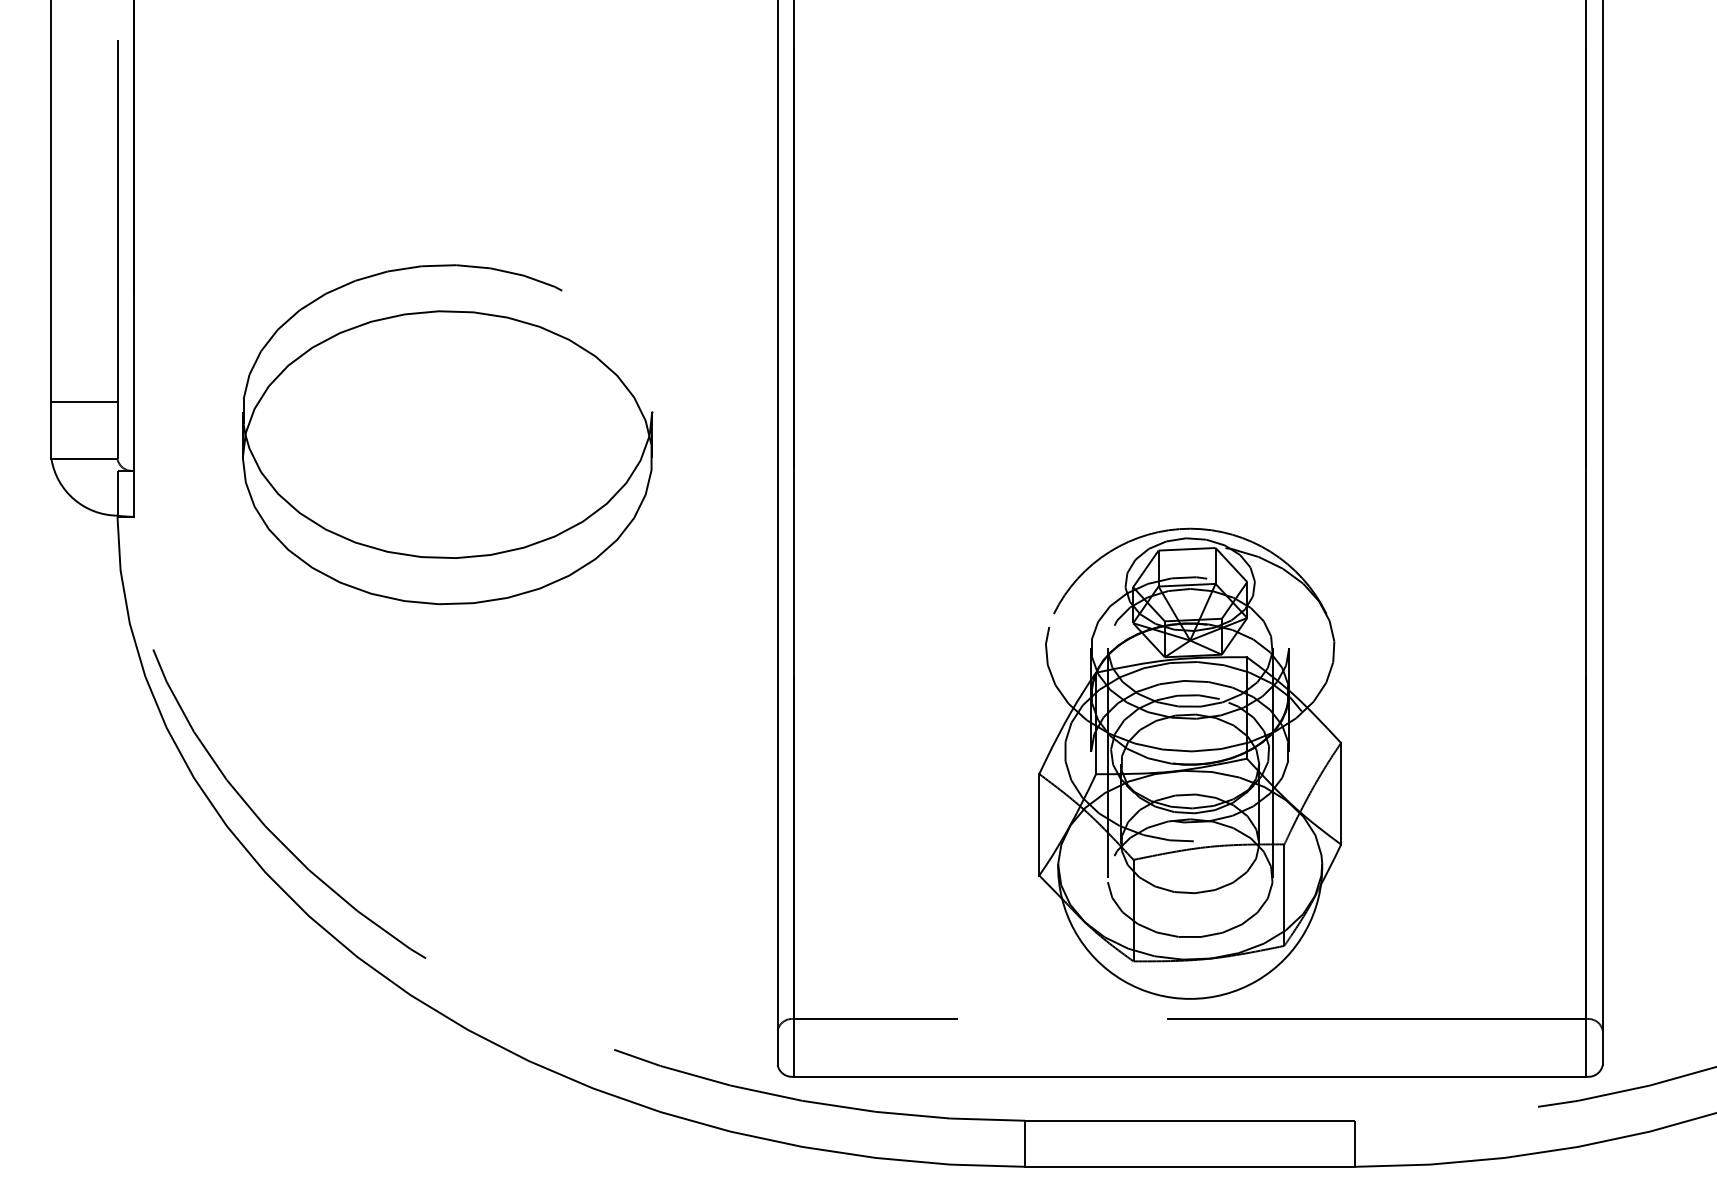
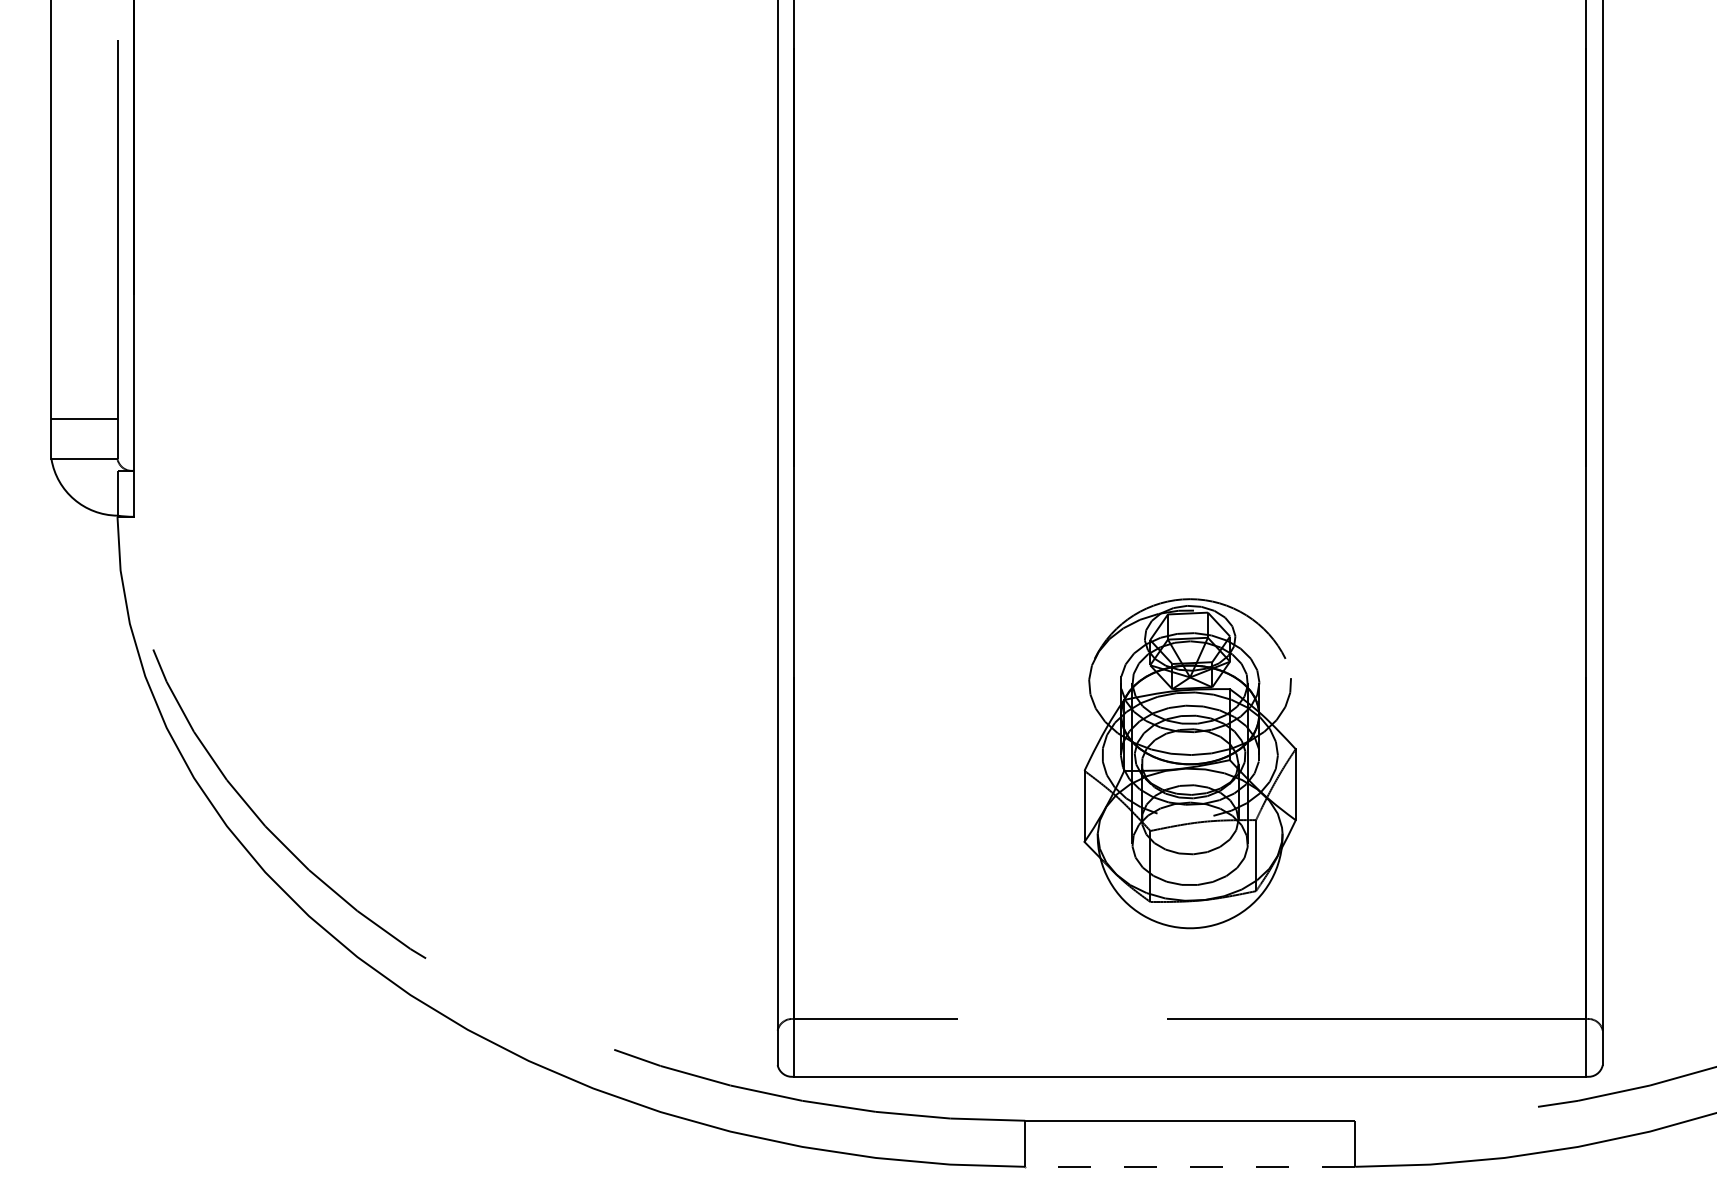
line at (84, 401) position: (84, 401) -> (84, 418)
part at (447, 434): present -> none
part at (1189, 763) size: 304x473 px -> 214x332 px
line at (1189, 1166): solid -> dashed
